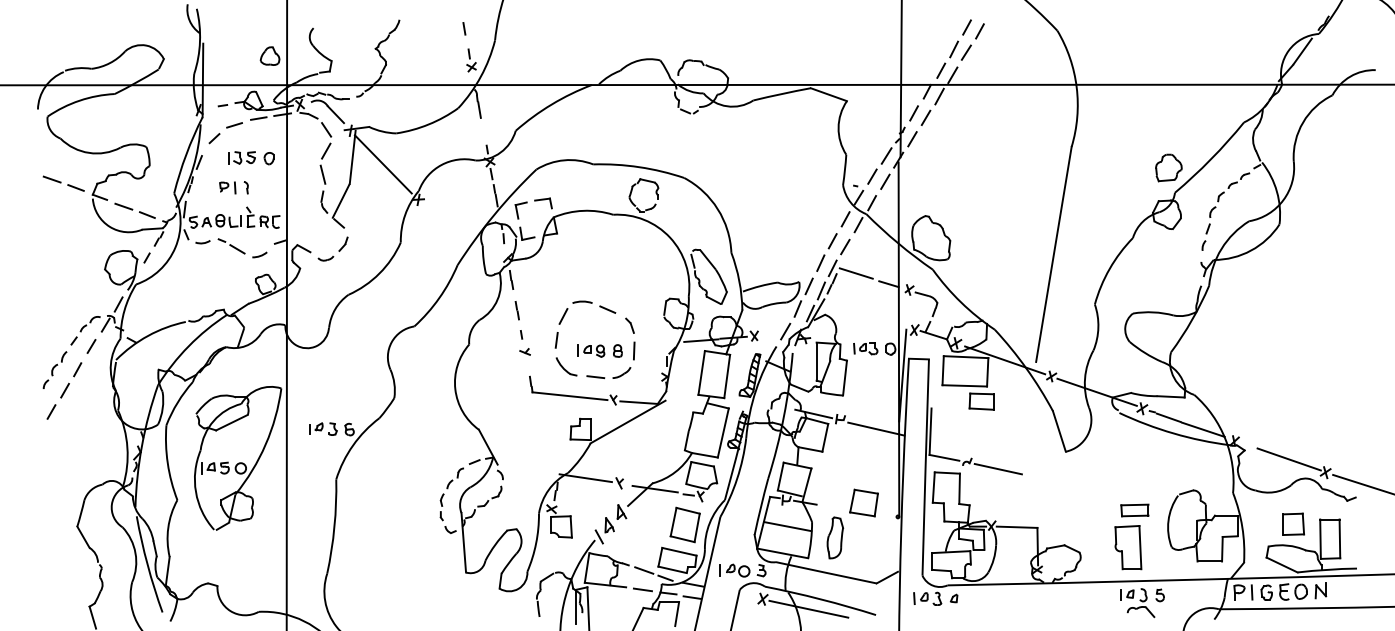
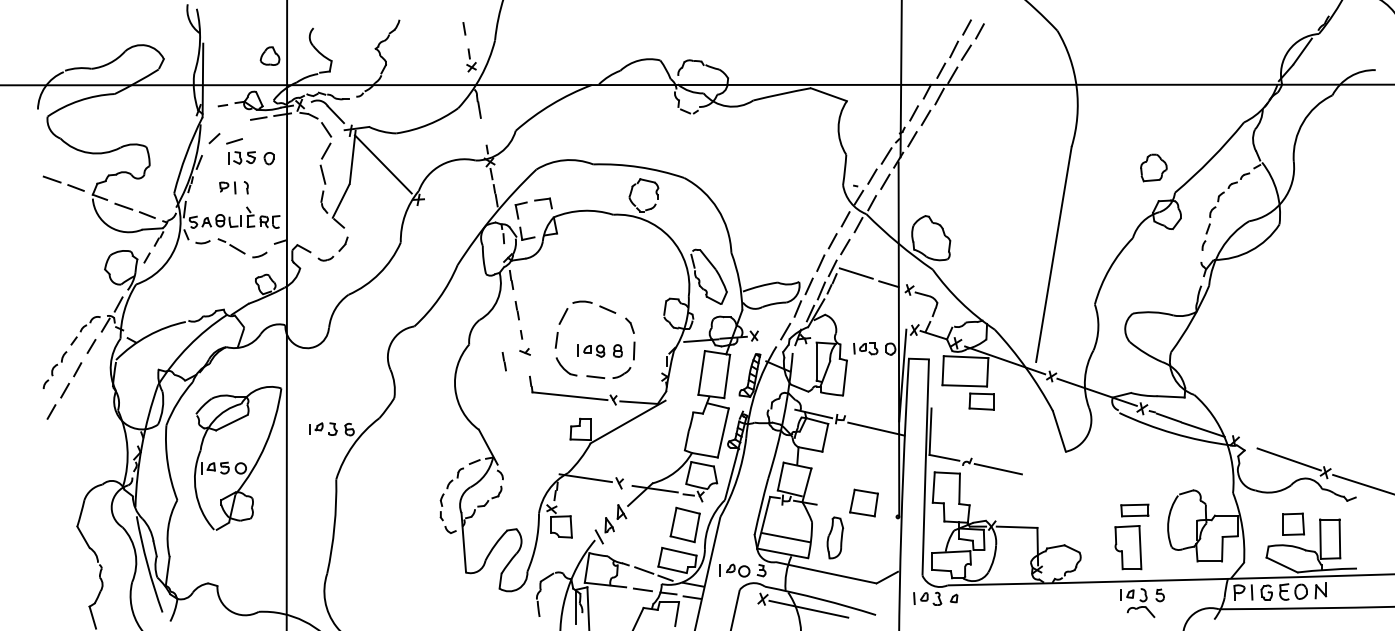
line at (234, 125) position: (234, 125) -> (234, 141)
part at (1168, 167) position: (1168, 167) -> (1153, 167)
line at (503, 361): none -> present
line at (787, 526) position: (787, 526) -> (785, 537)
